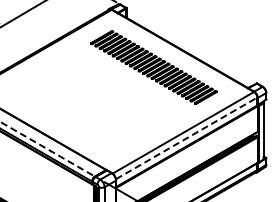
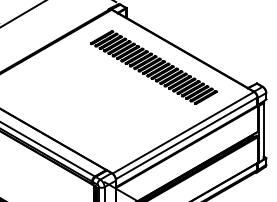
line at (186, 138): dashed -> solid
line at (47, 149): dashed -> solid
